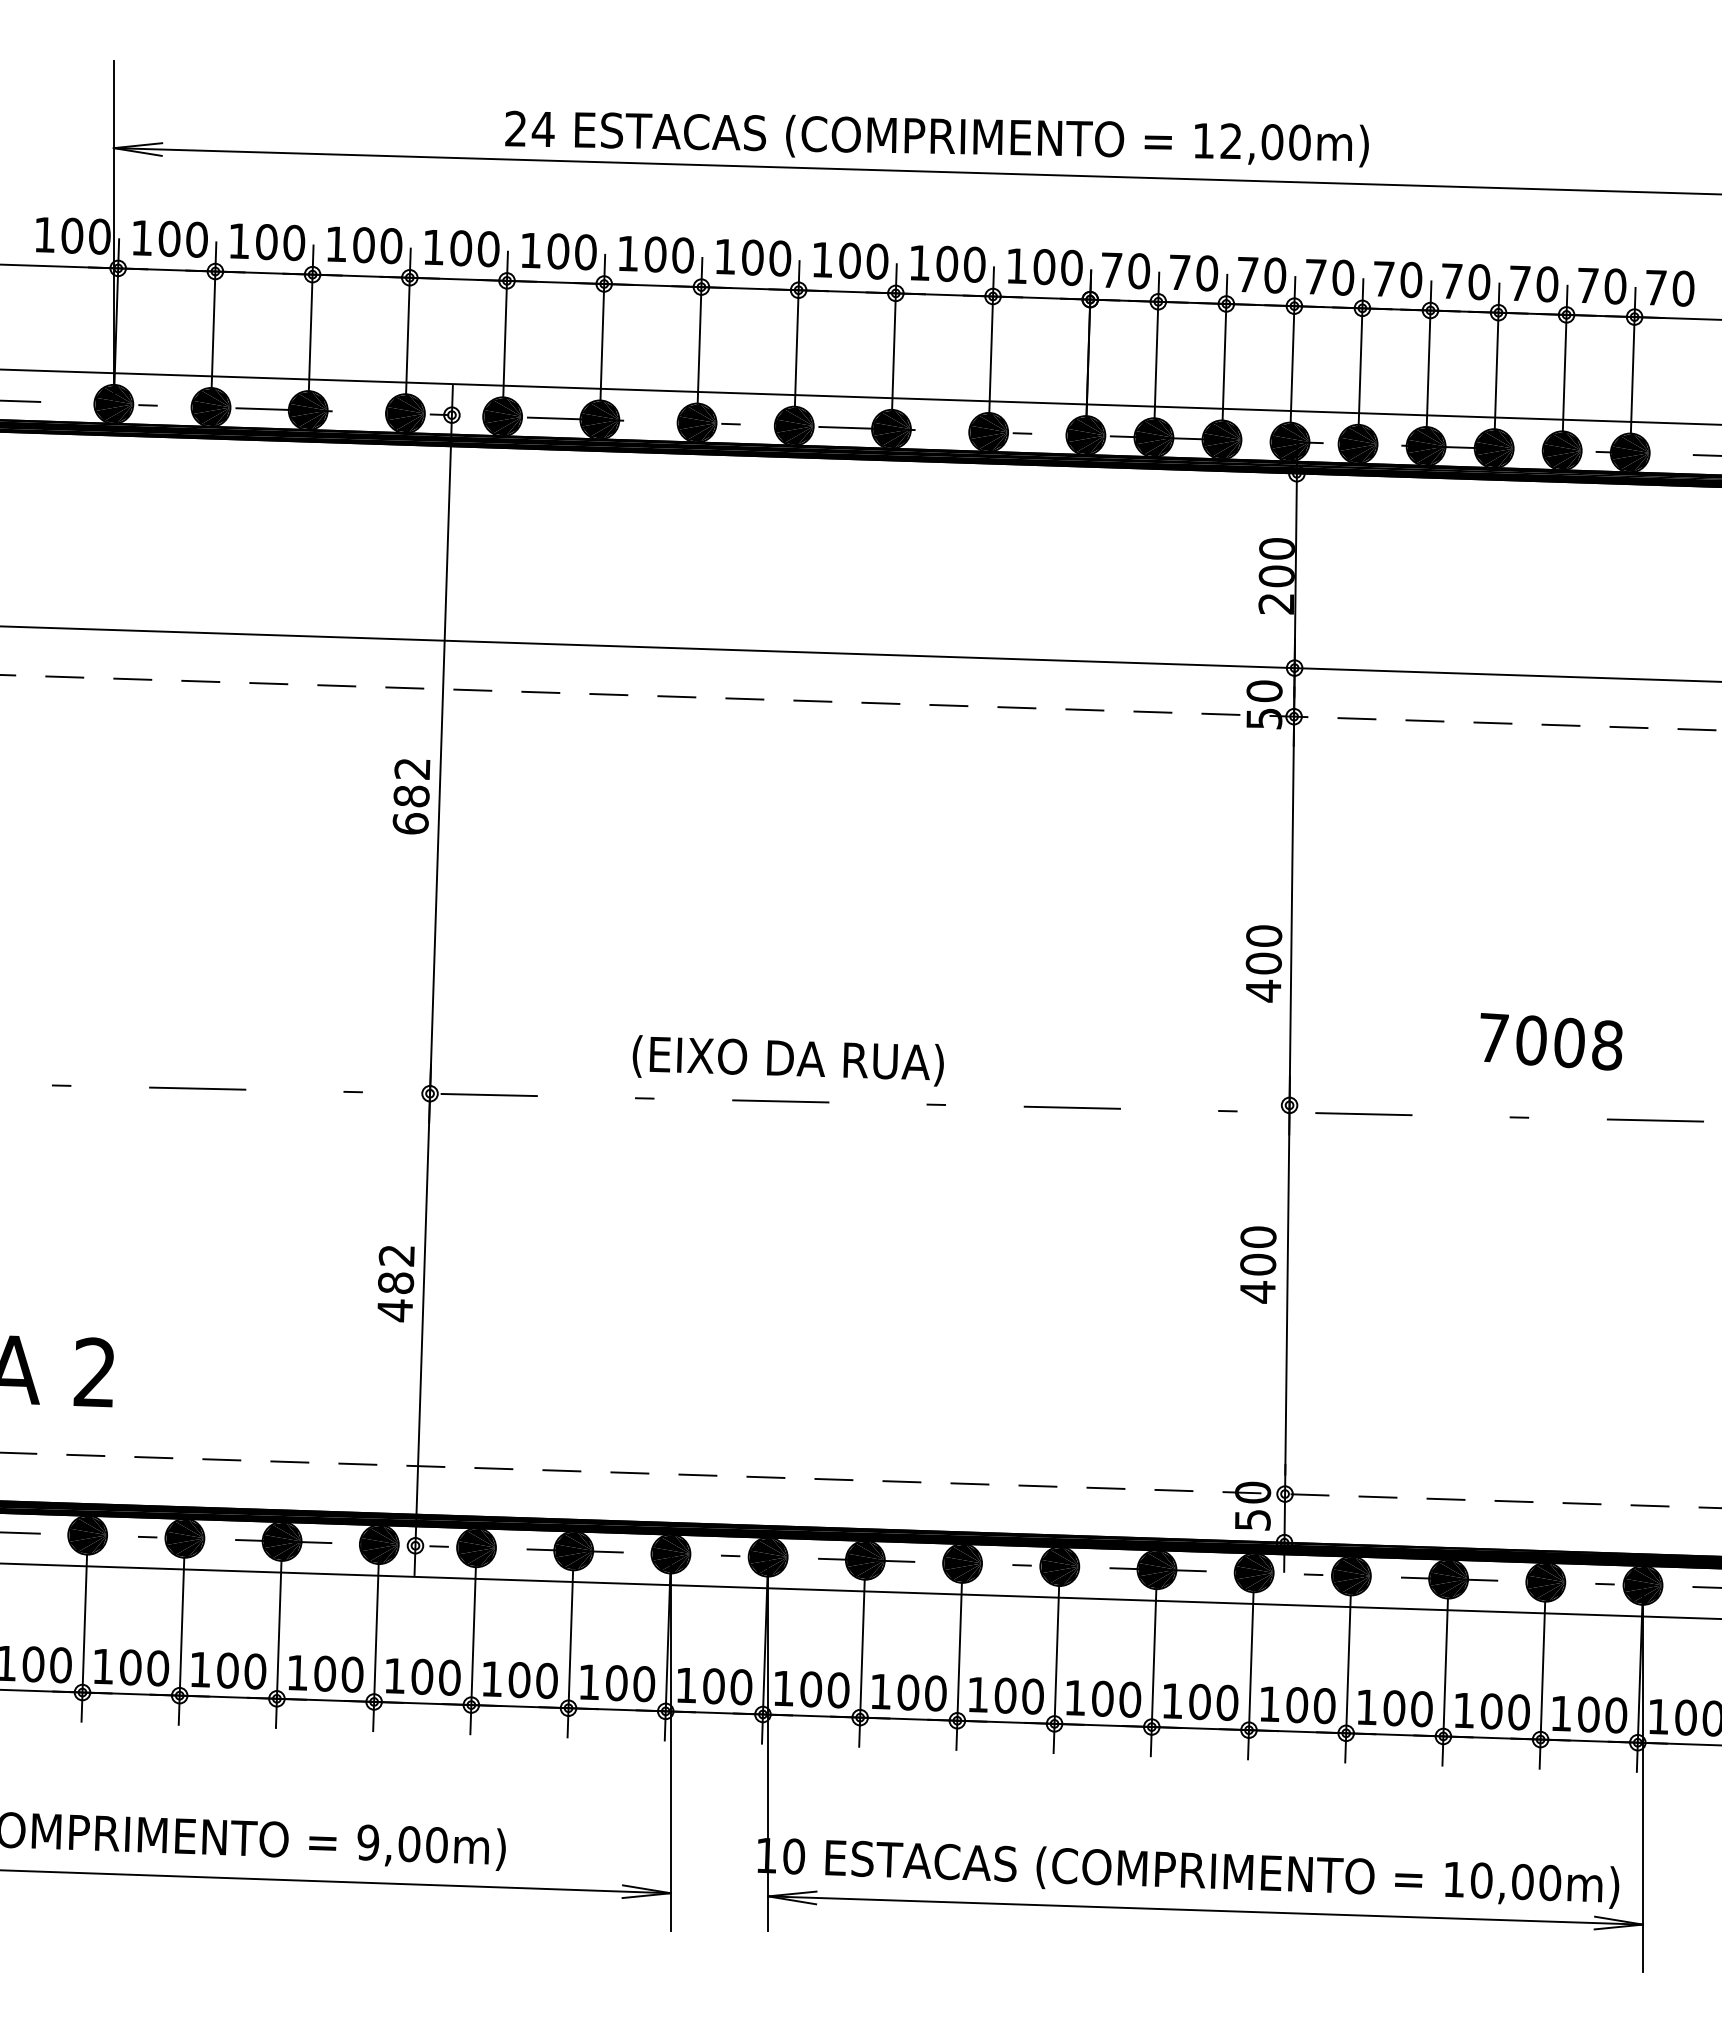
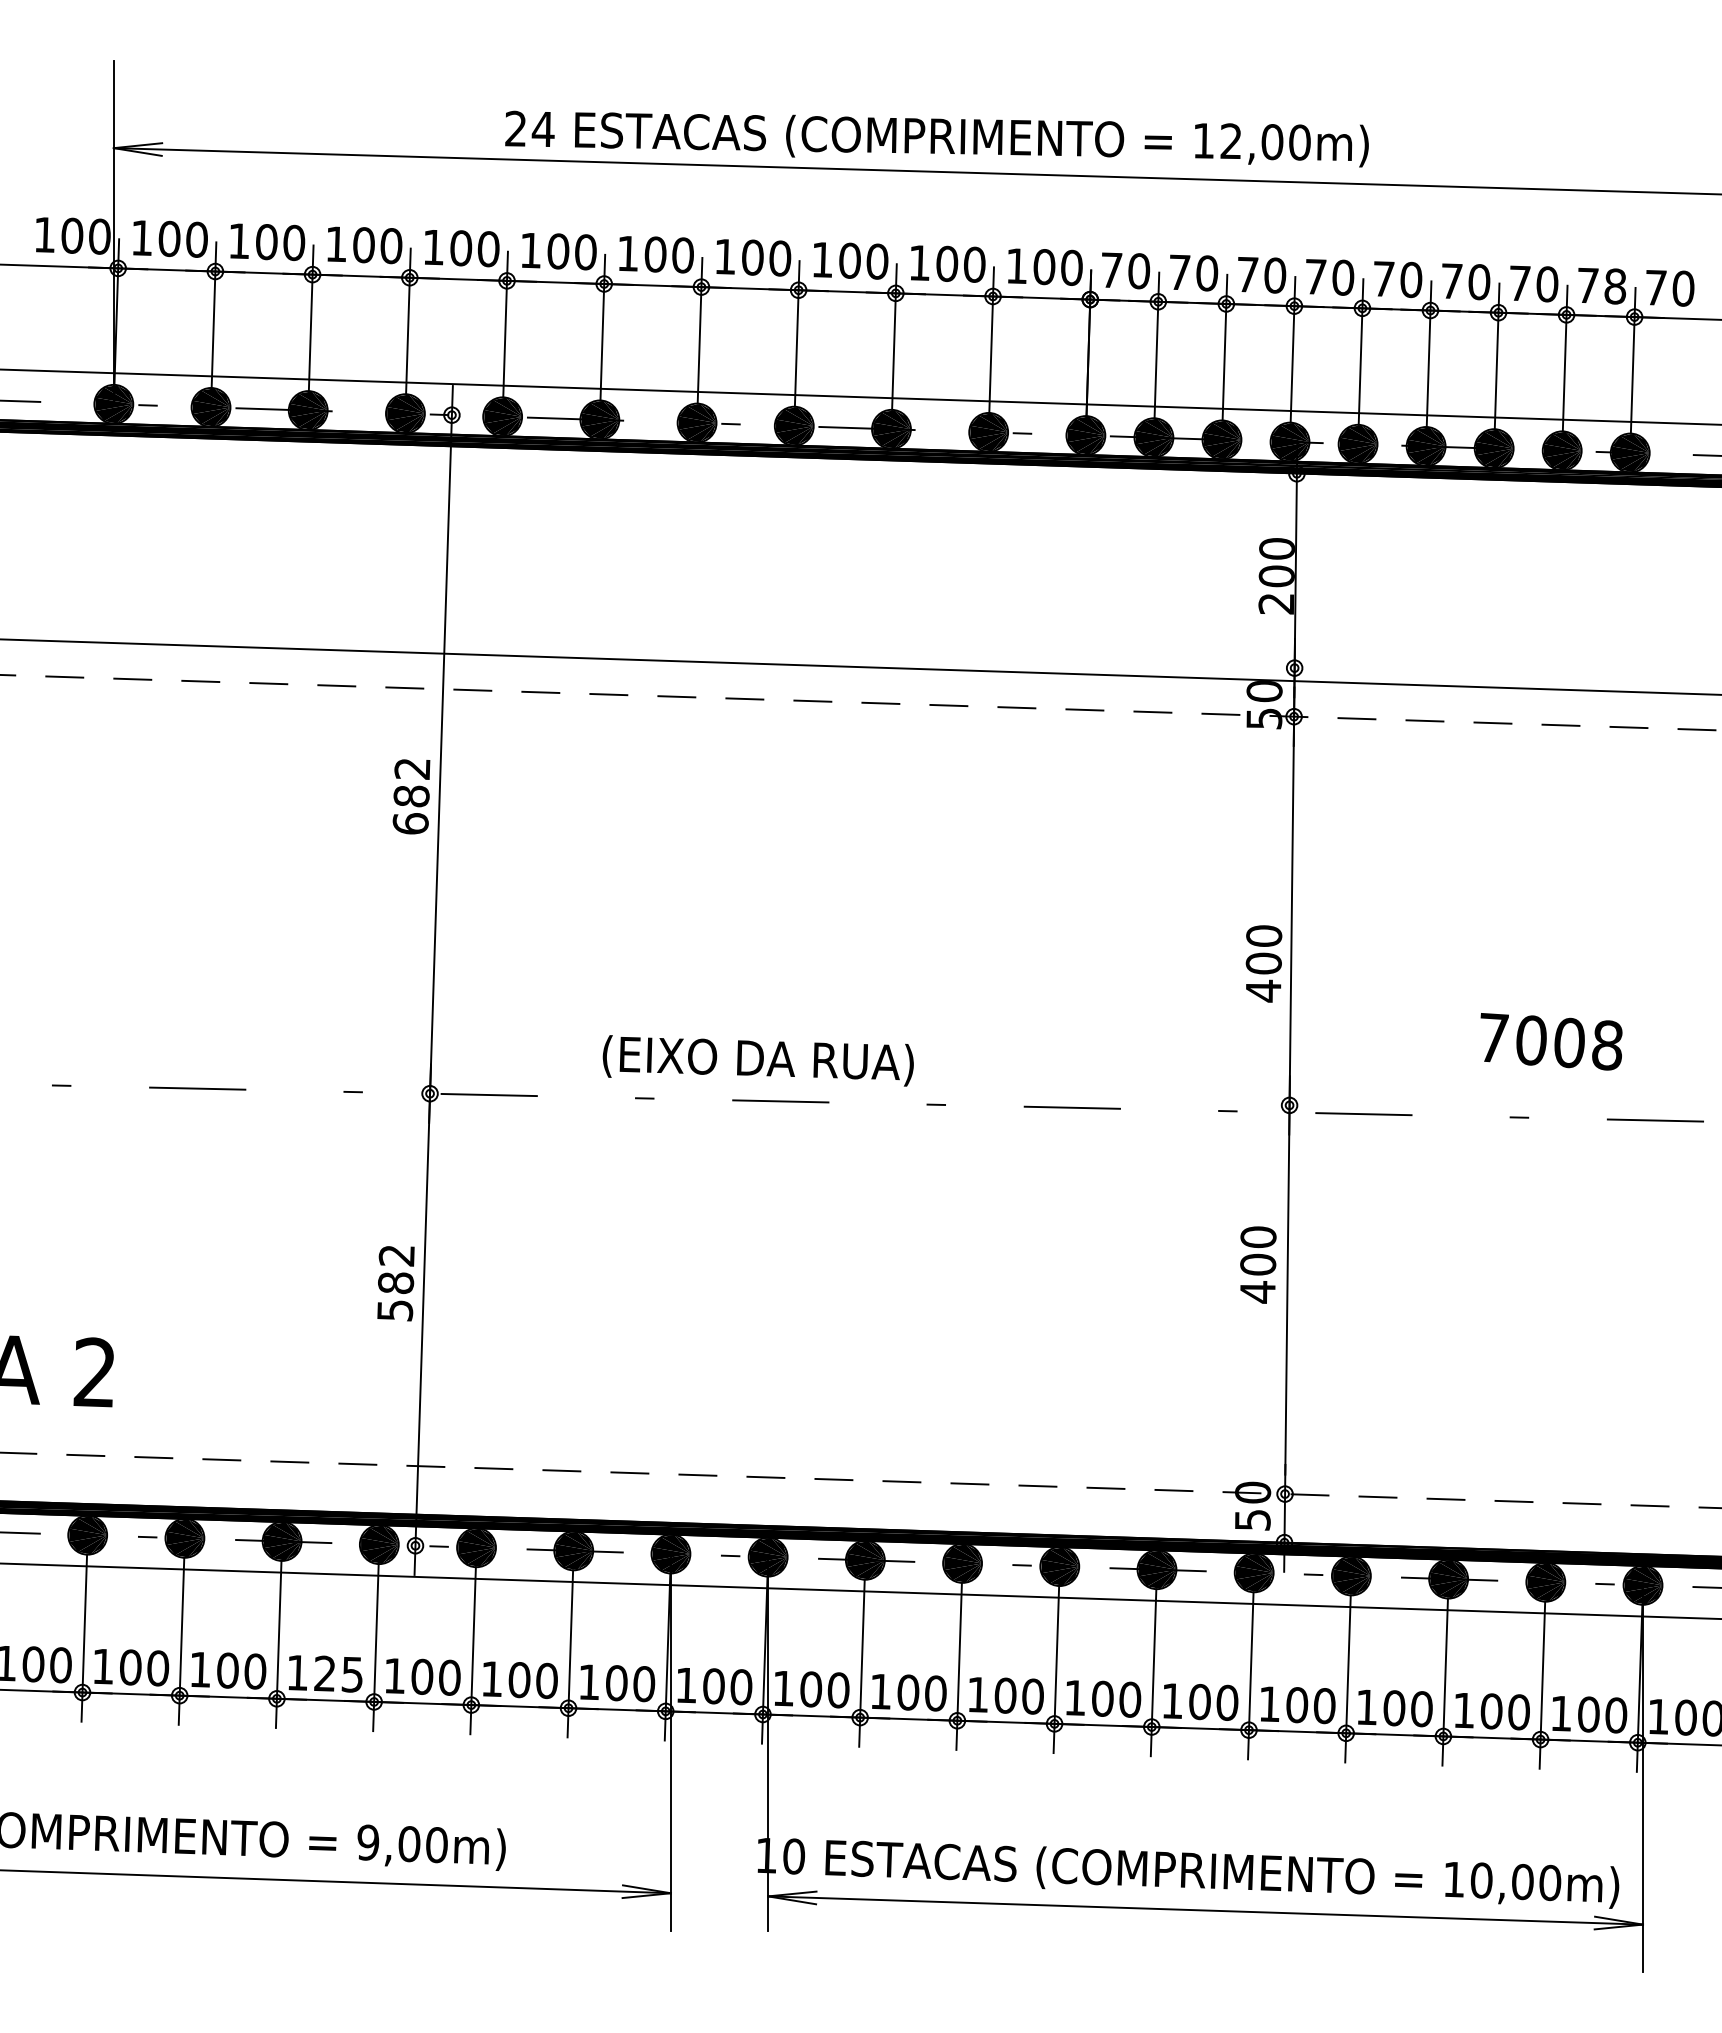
text at (1615, 286): 70 -> 78
line at (860, 653) position: (860, 653) -> (860, 666)
text at (787, 1060) position: (787, 1060) -> (757, 1060)
text at (395, 1310): 482 -> 582
text at (338, 1673): 100 -> 125
